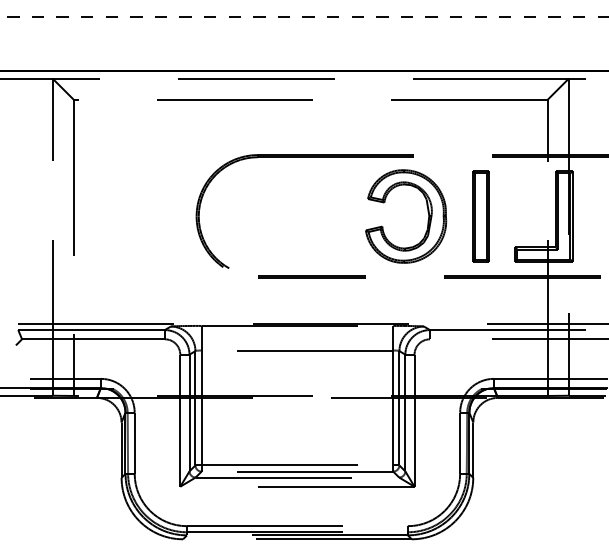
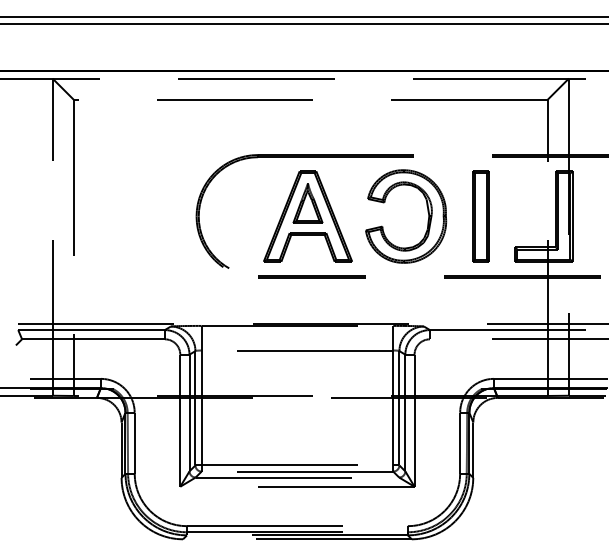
line at (304, 16): dashed -> solid
line at (303, 23): none -> present
part at (307, 216): none -> present
